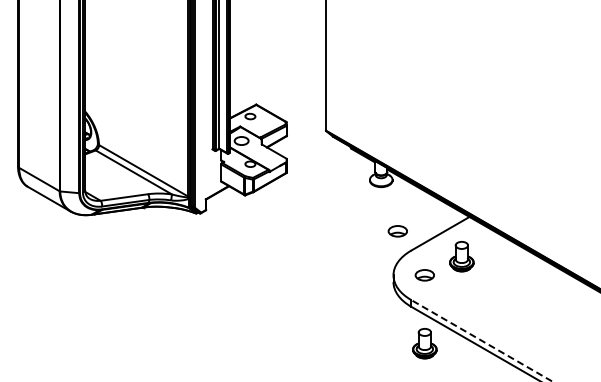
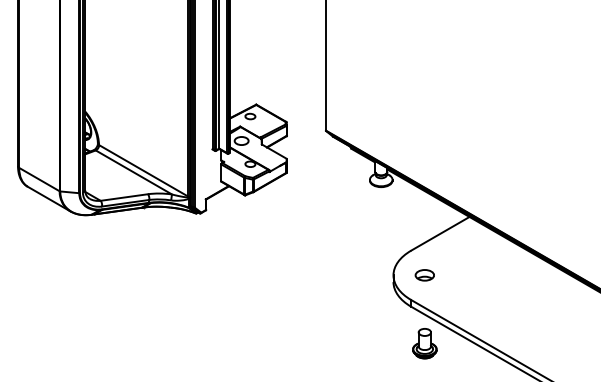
part at (397, 231): present -> none
part at (461, 256): present -> none
line at (482, 341): dashed -> solid
